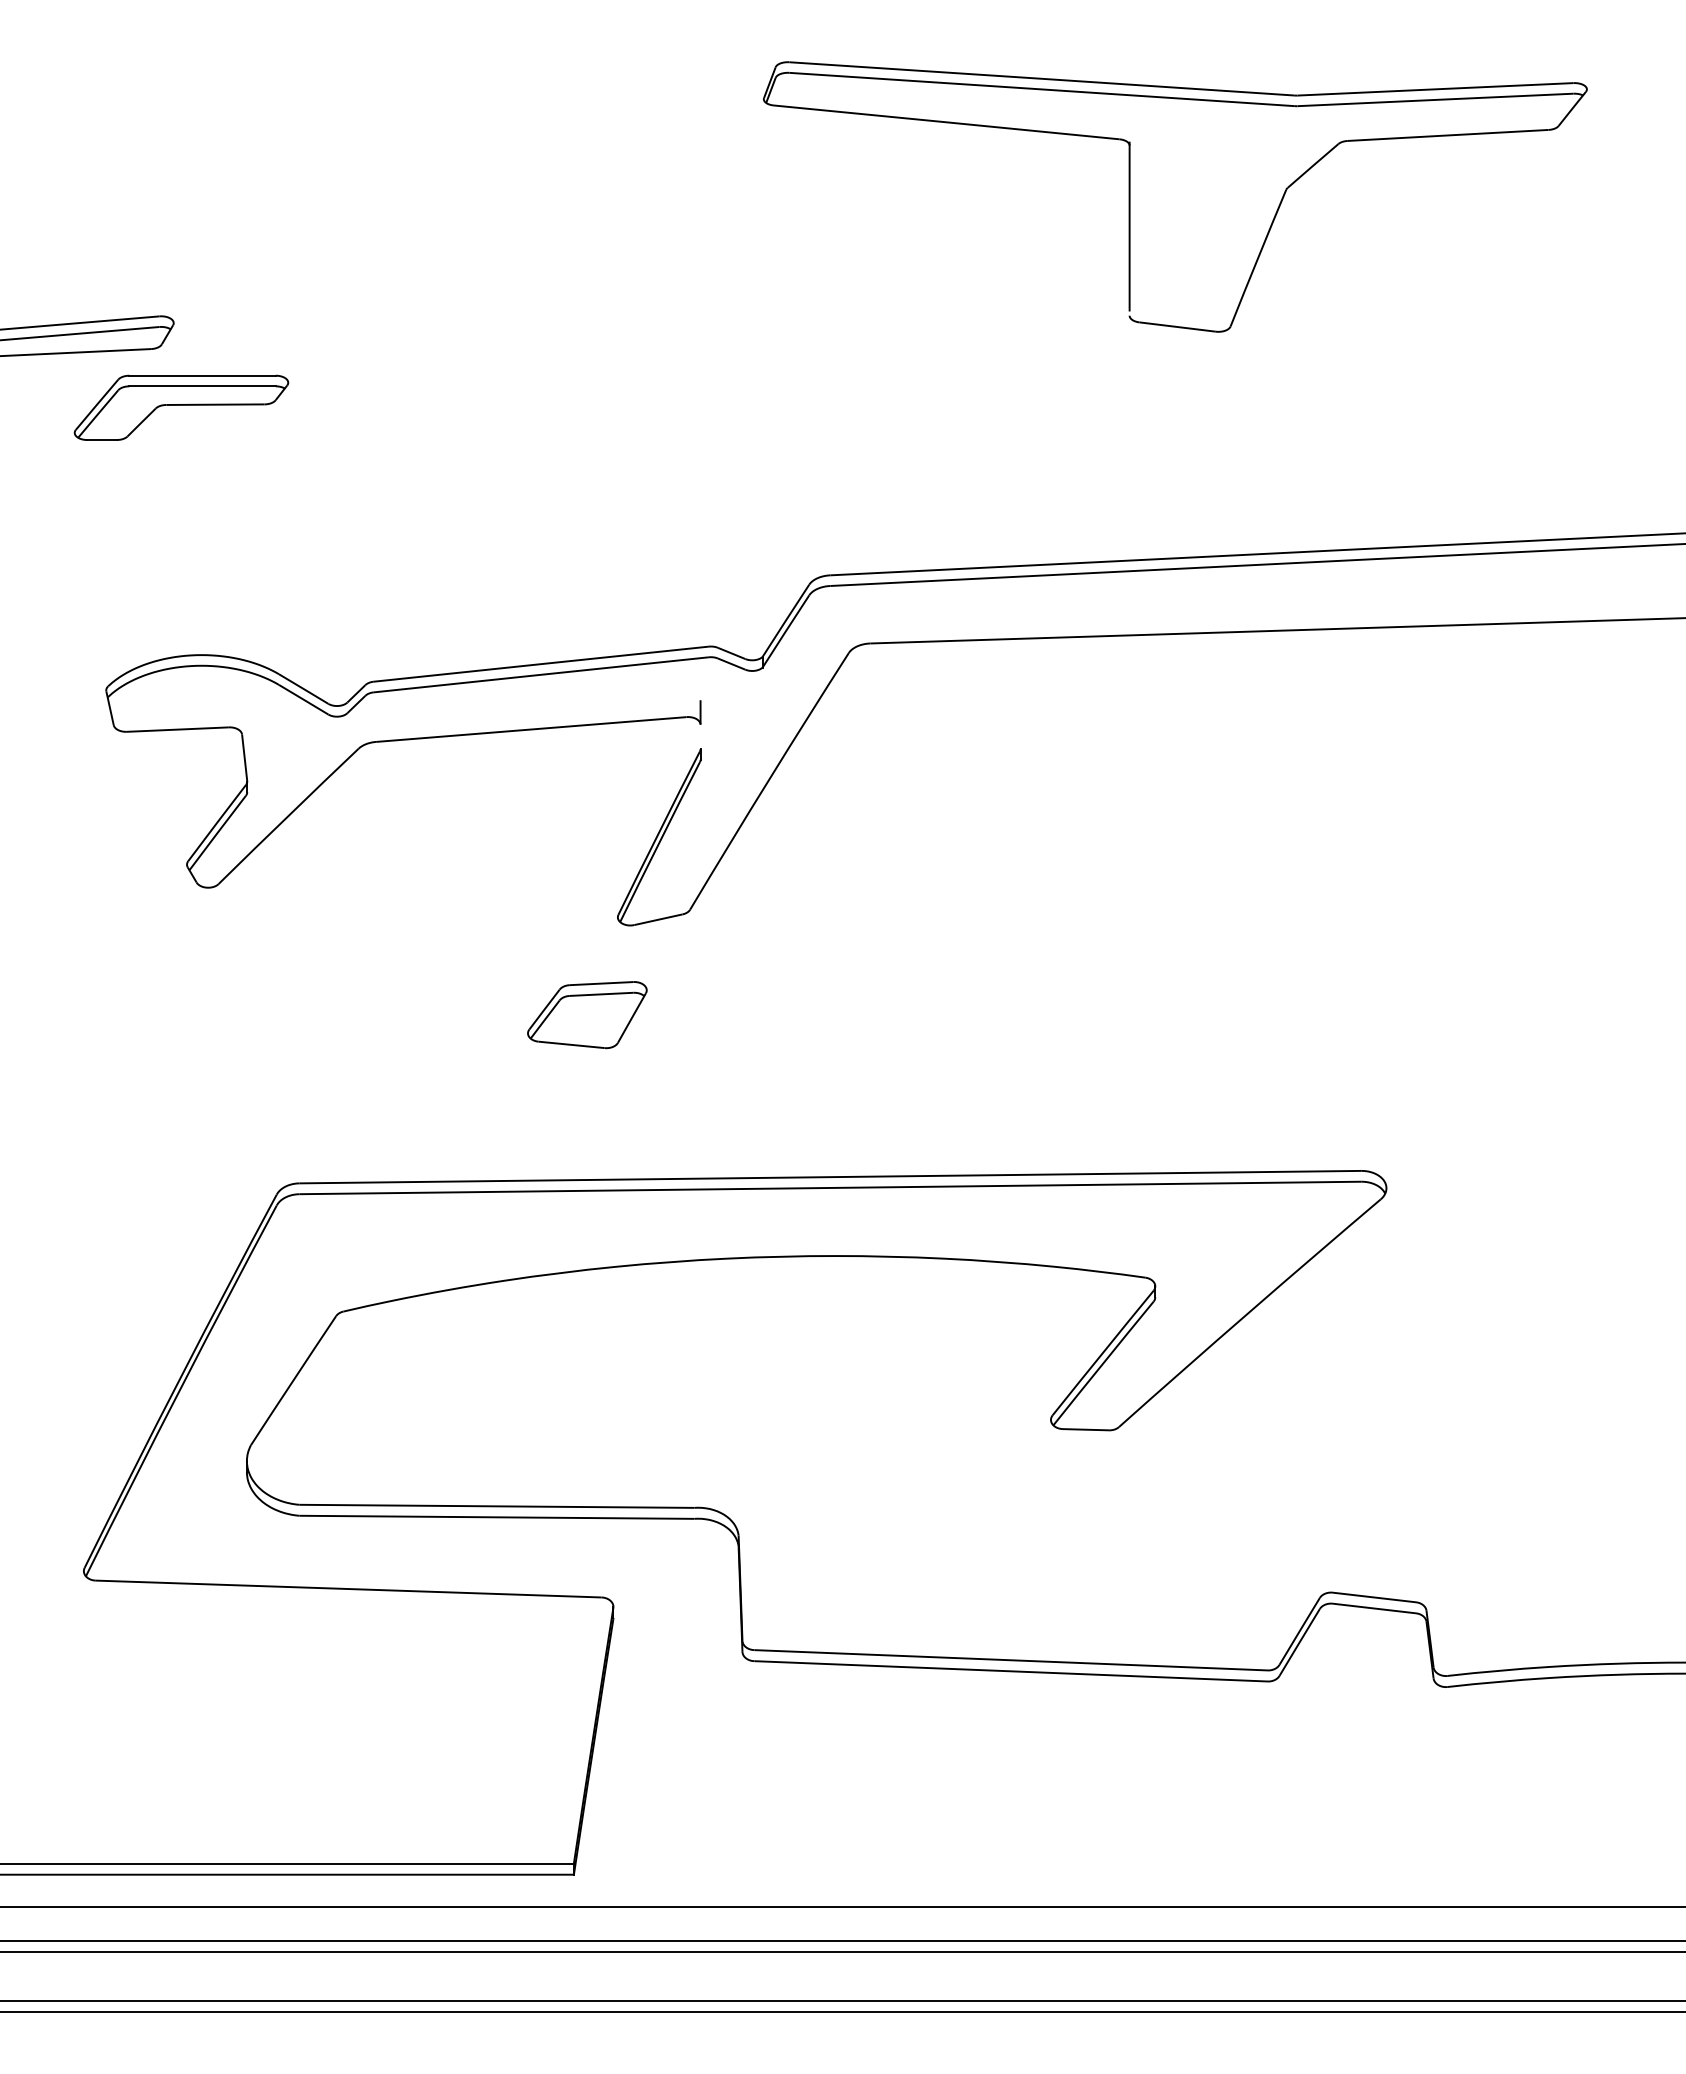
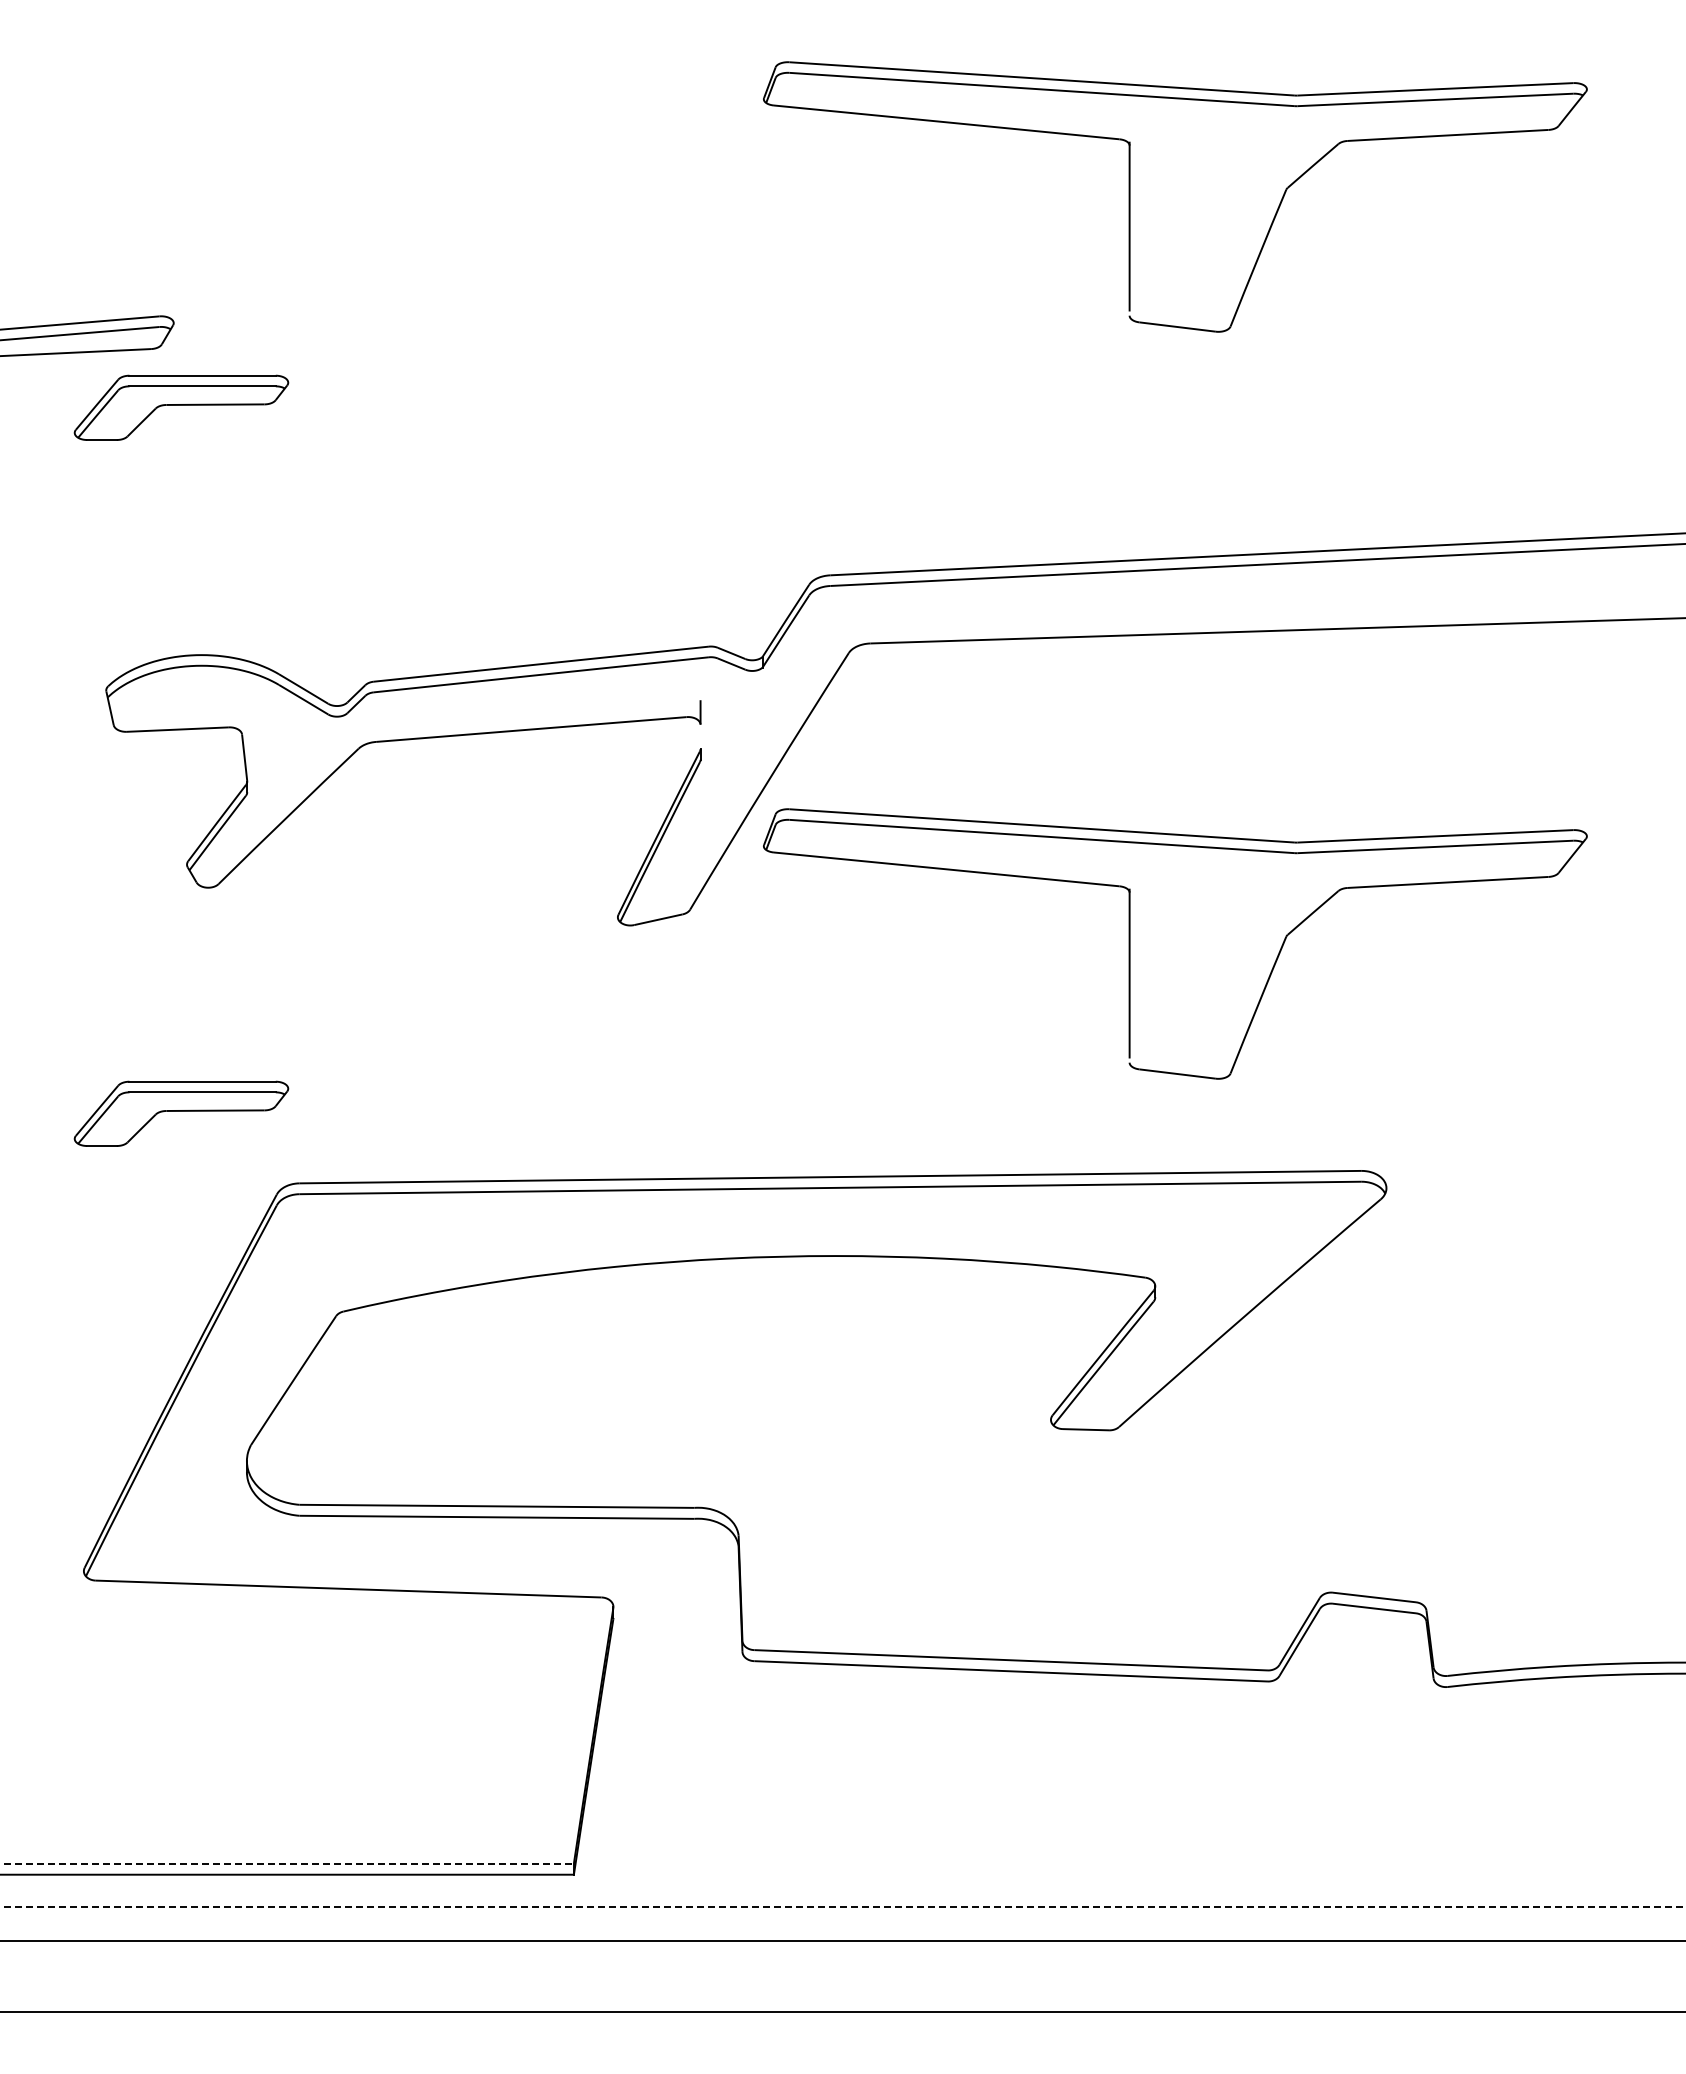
part at (1130, 943): none -> present
part at (587, 1015): present -> none
part at (181, 1113): none -> present
line at (287, 1863): solid -> dashed
line at (843, 1907): solid -> dashed
line at (842, 1951): present -> none
line at (842, 2000): present -> none
